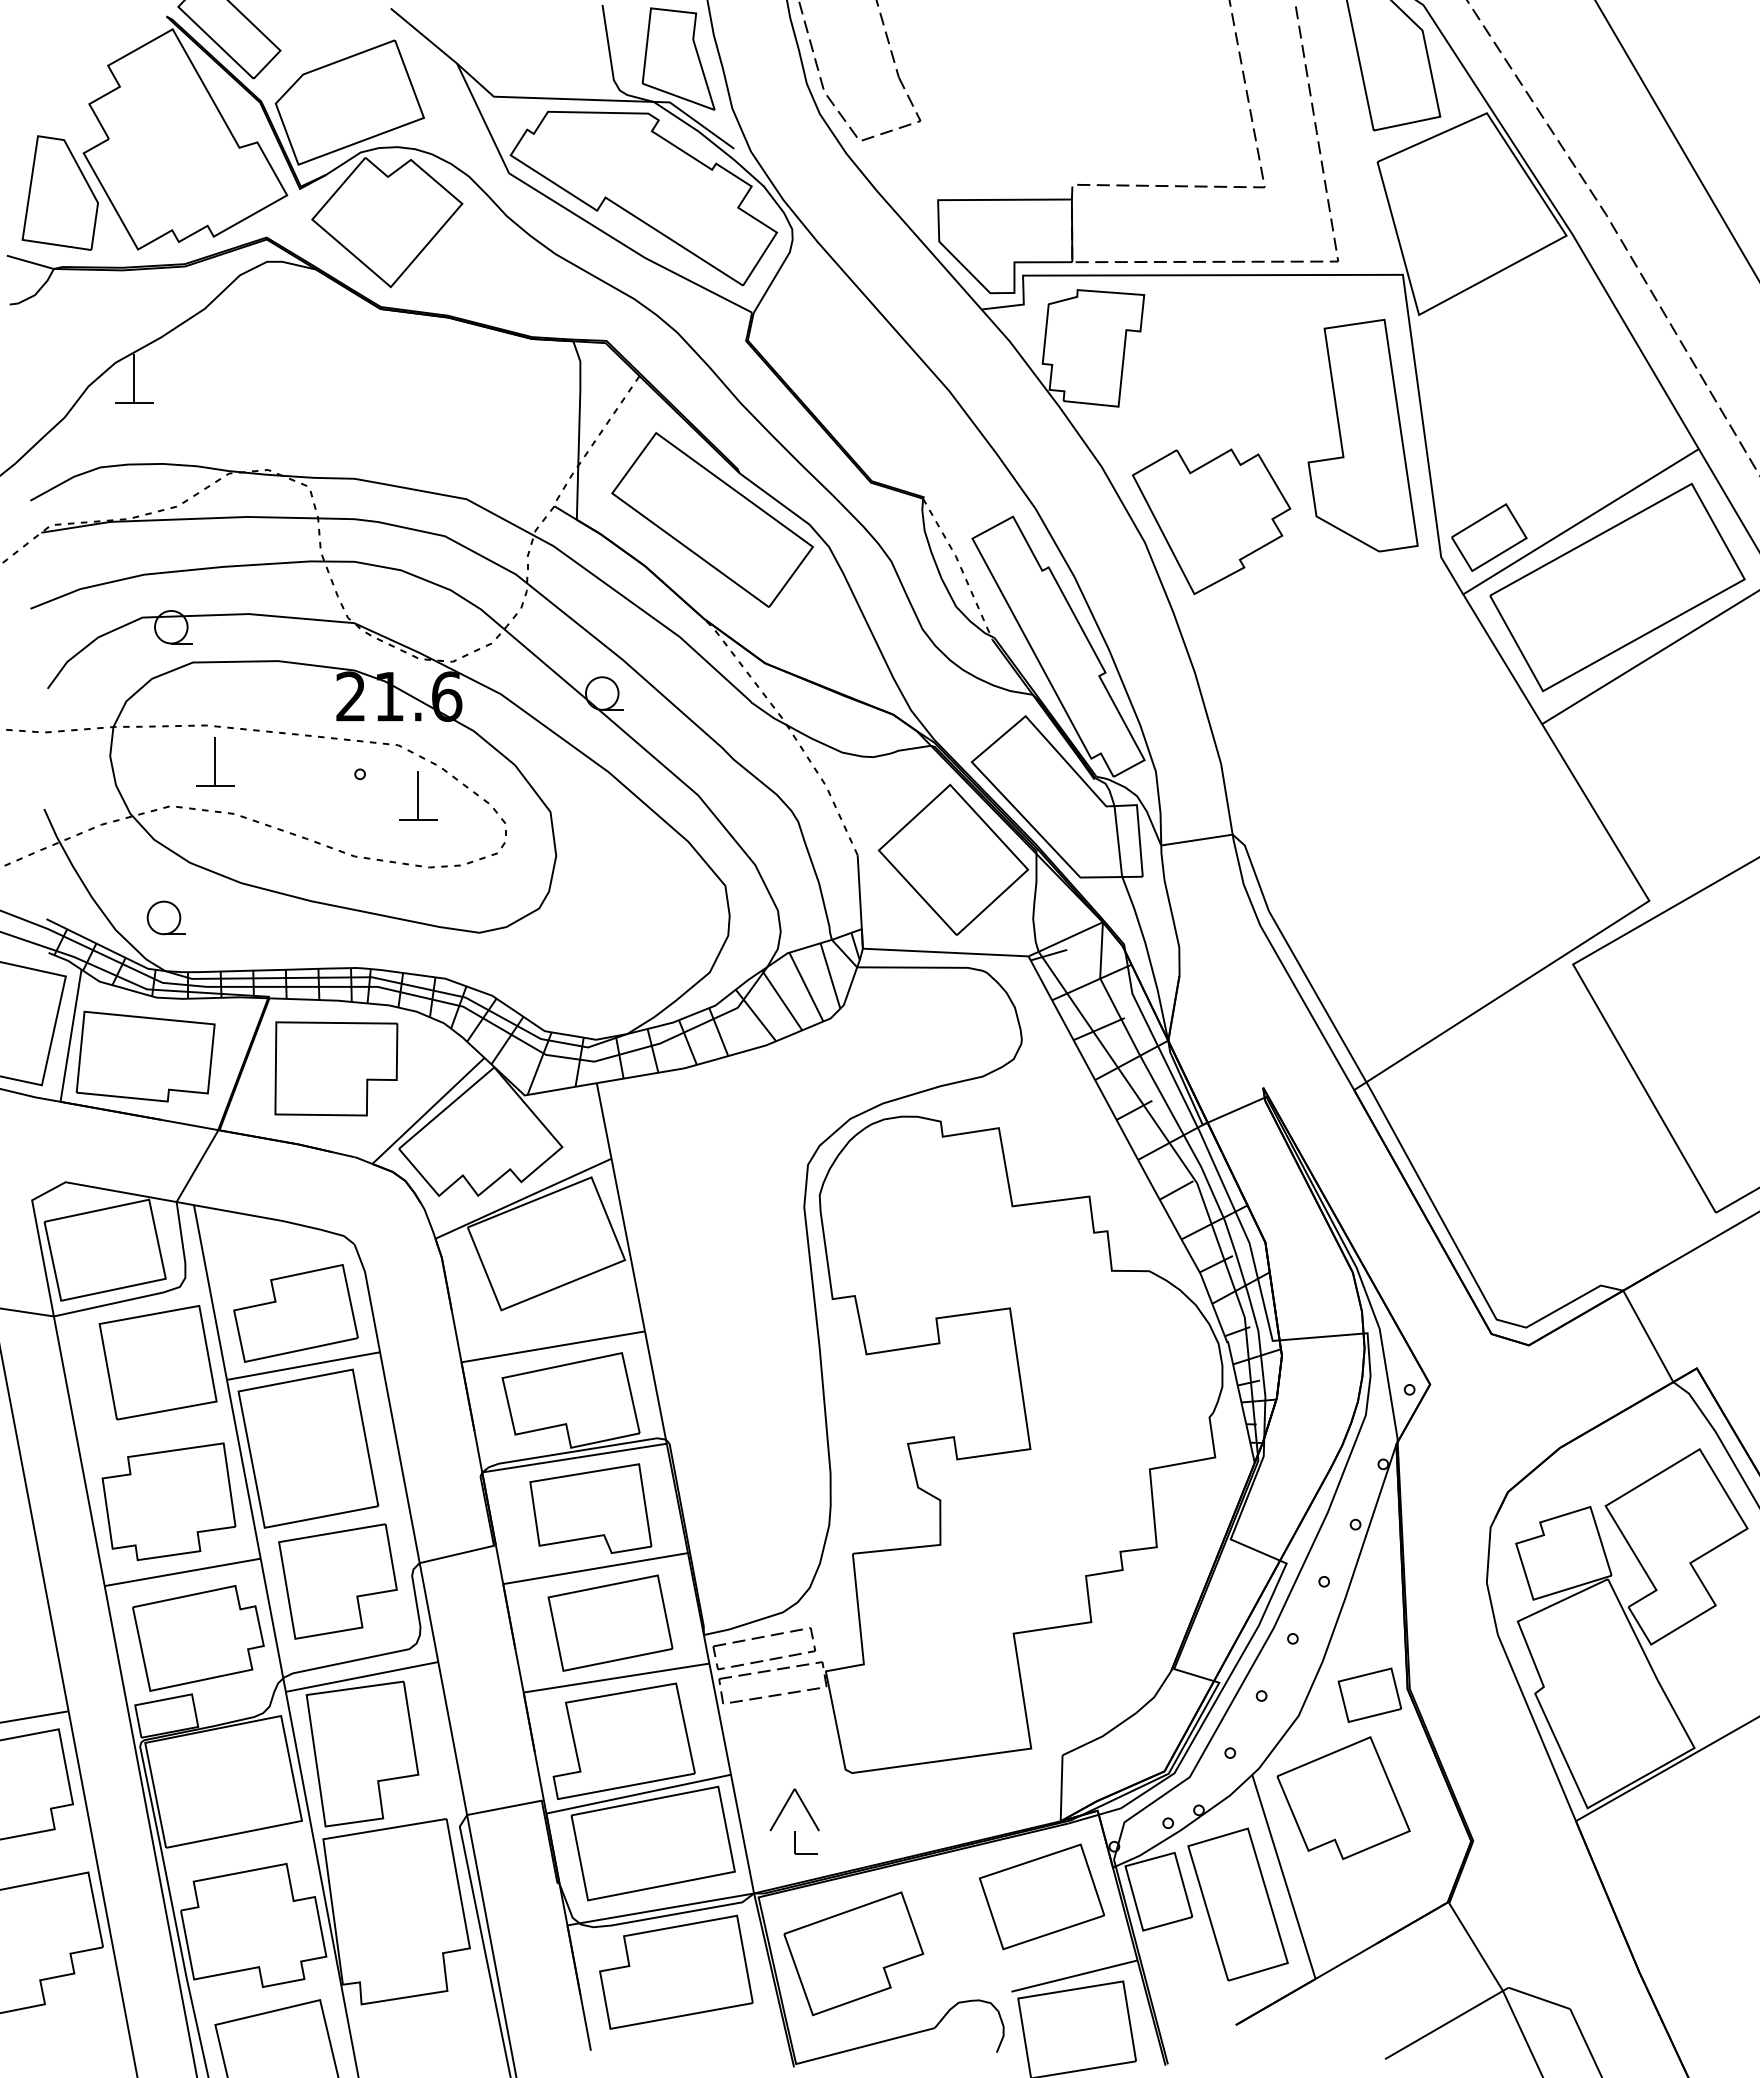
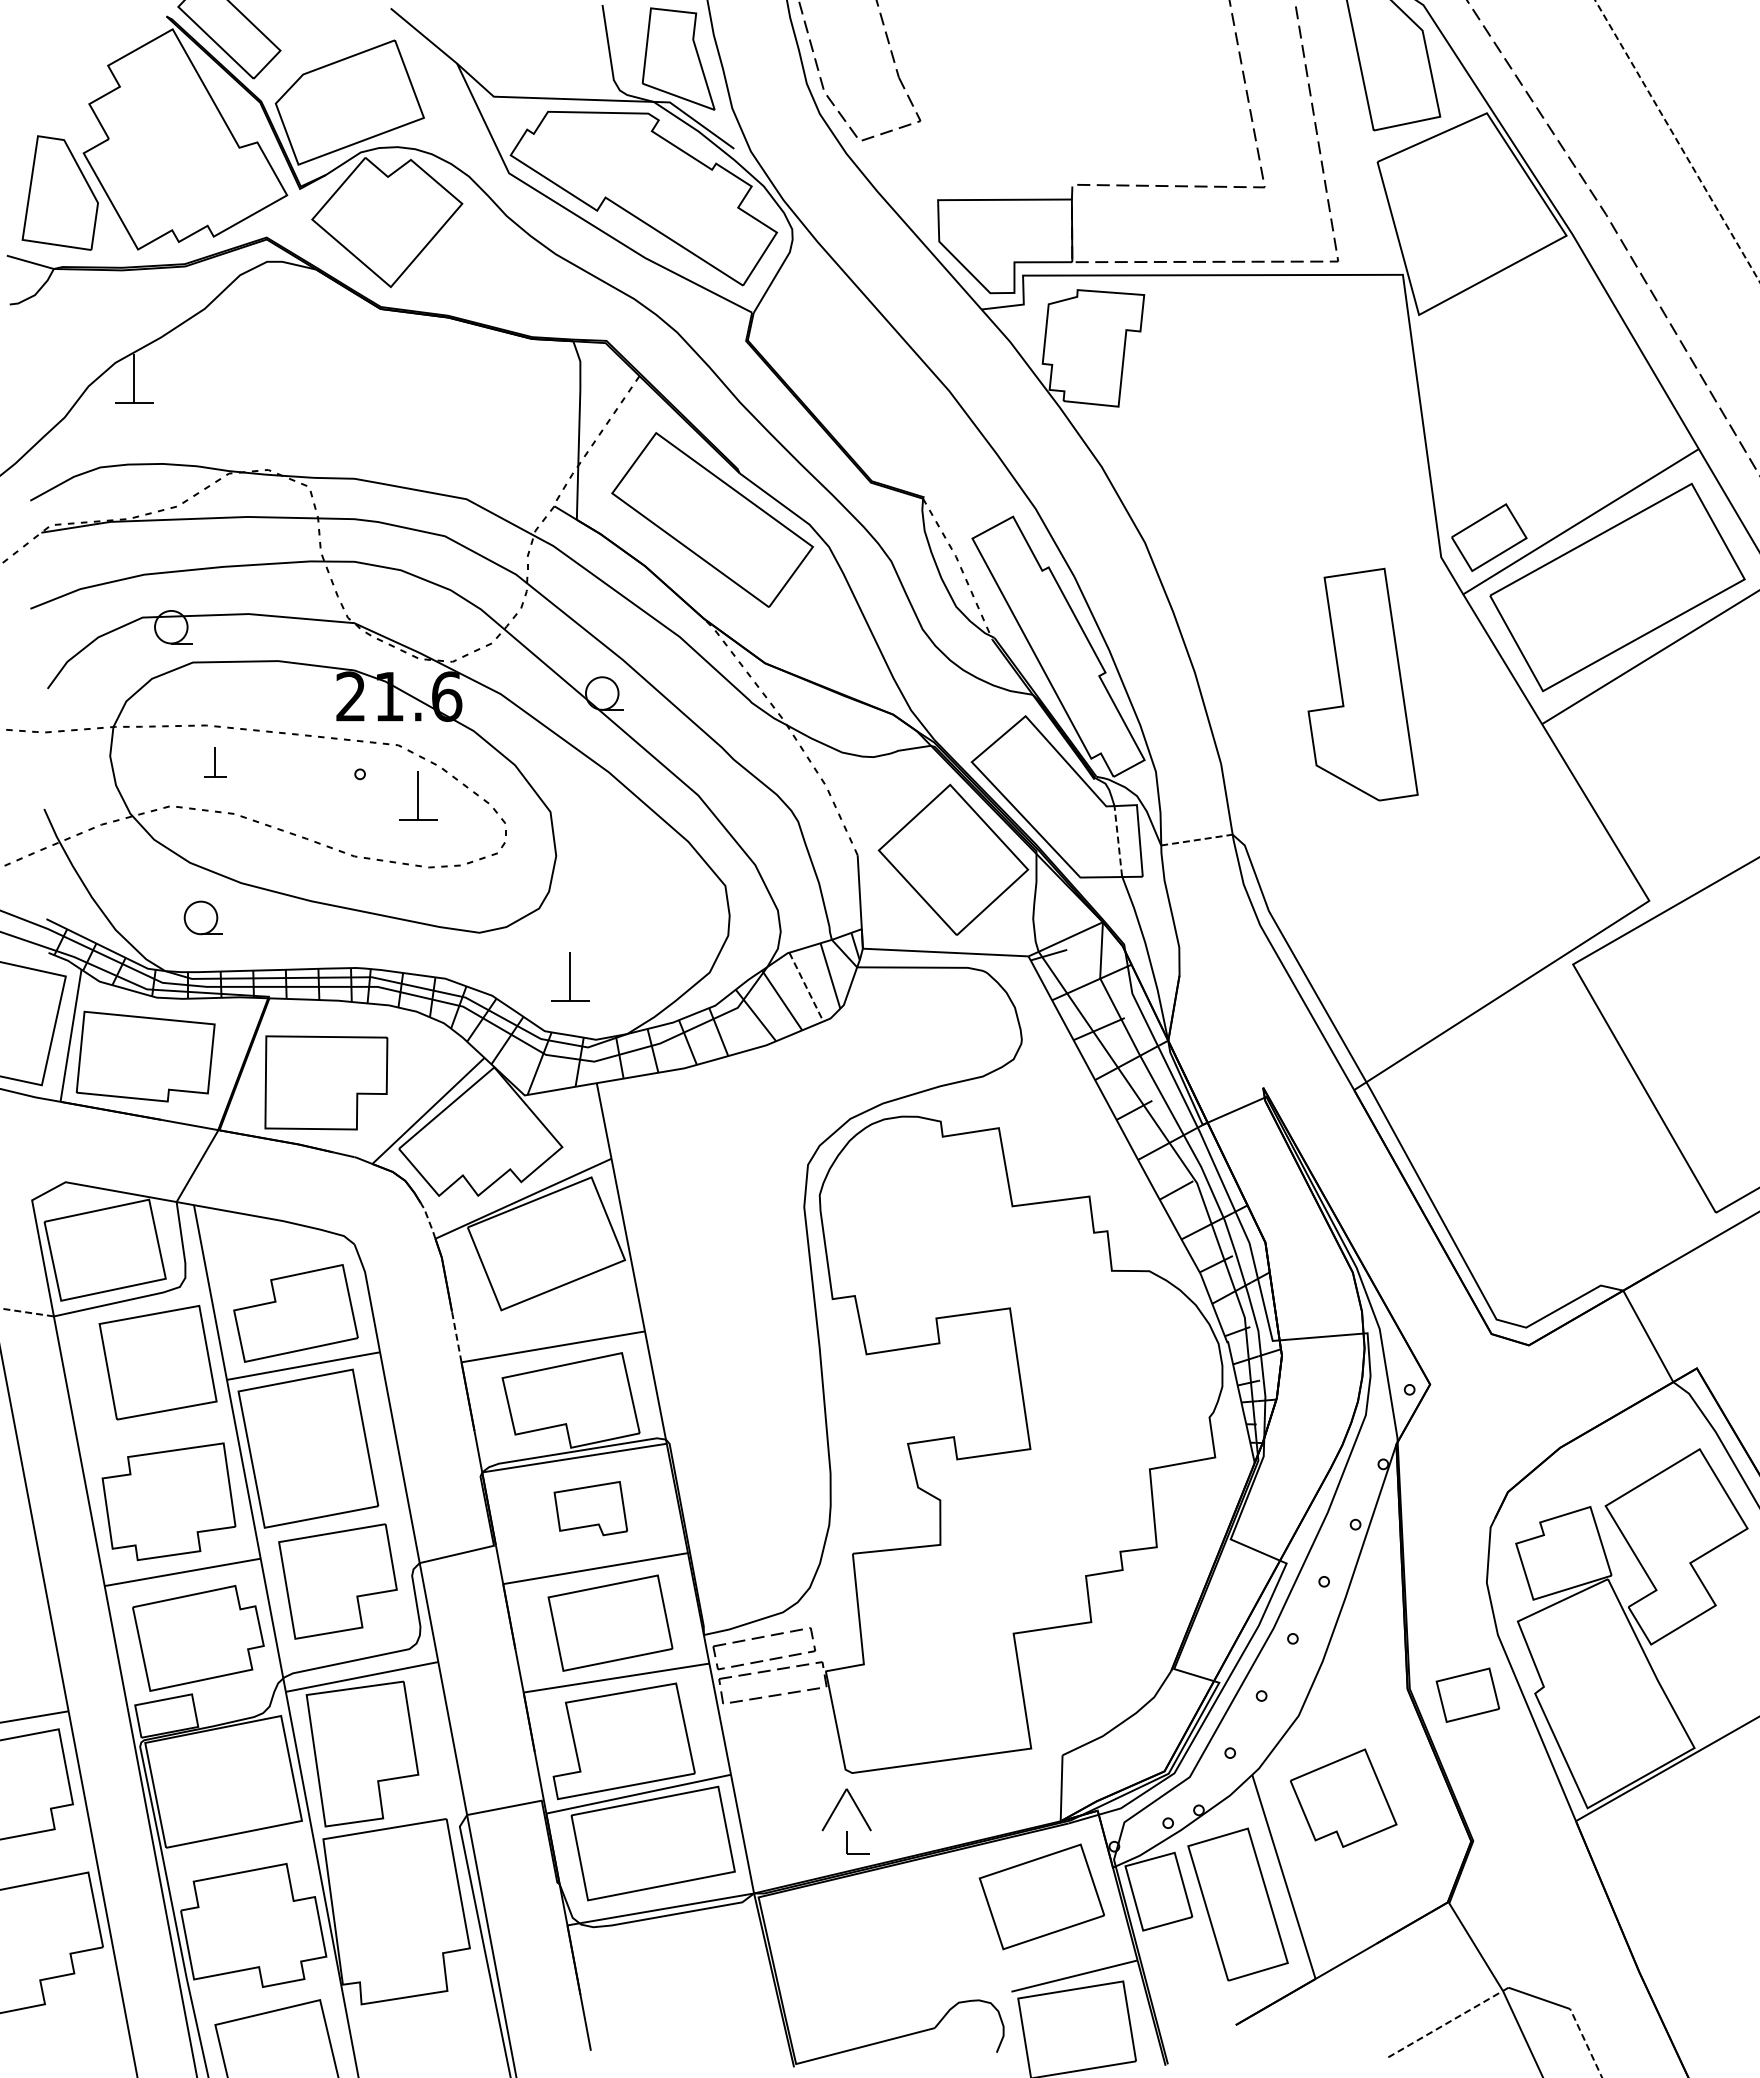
line at (1677, 141): solid -> dashed
part at (1362, 435) position: (1362, 435) -> (1362, 684)
part at (1211, 521): present -> none
part at (215, 761) size: 39x50 px -> 23x31 px
line at (1118, 840): solid -> dashed
line at (1197, 840): solid -> dashed
part at (165, 917) position: (165, 917) -> (202, 917)
part at (570, 976): none -> present
line at (806, 987): solid -> dashed
part at (336, 1068) position: (336, 1068) -> (326, 1082)
line at (428, 1220): solid -> dashed
line at (27, 1312): solid -> dashed
line at (456, 1336): solid -> dashed
part at (590, 1508) size: 124x91 px -> 76x56 px
part at (1369, 1694) position: (1369, 1694) -> (1467, 1694)
part at (1343, 1798) size: 135x125 px -> 109x100 px
part at (794, 1831) position: (794, 1831) -> (846, 1831)
part at (853, 1953): present -> none
part at (676, 1971): present -> none
line at (1446, 2023): solid -> dashed
line at (1586, 2043): solid -> dashed
